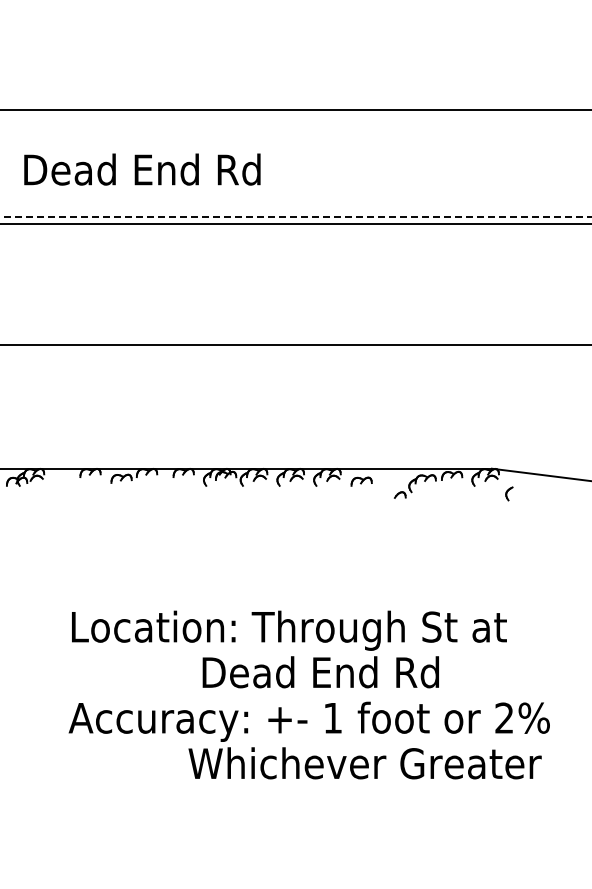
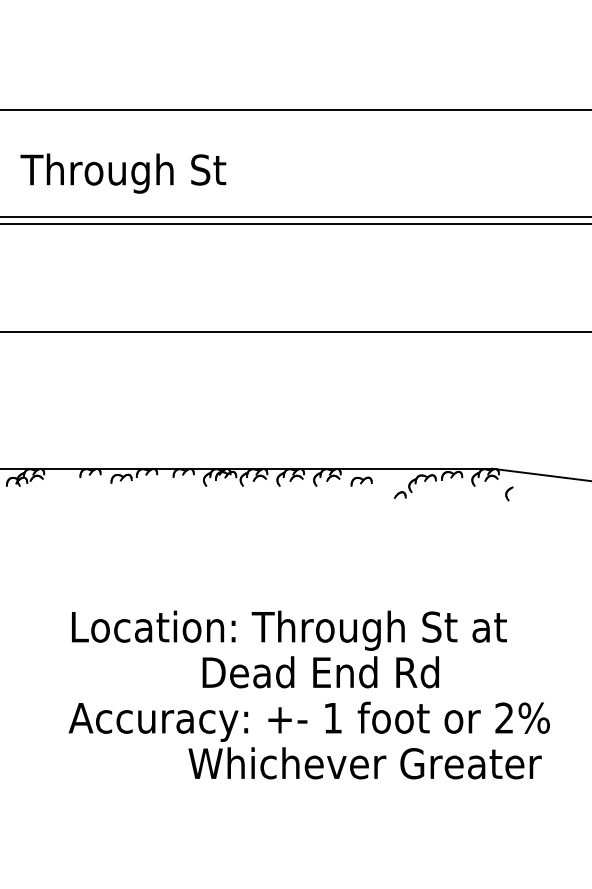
text at (140, 173): Dead End Rd -> Through St
line at (295, 217): dashed -> solid
line at (295, 345) position: (295, 345) -> (295, 332)
